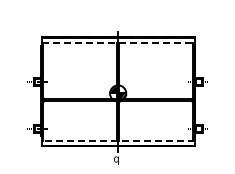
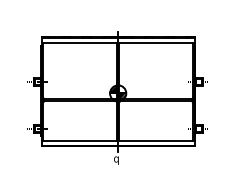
line at (118, 42): dashed -> solid
line at (118, 140): dashed -> solid
